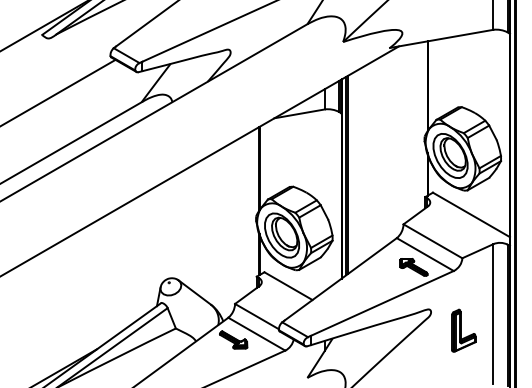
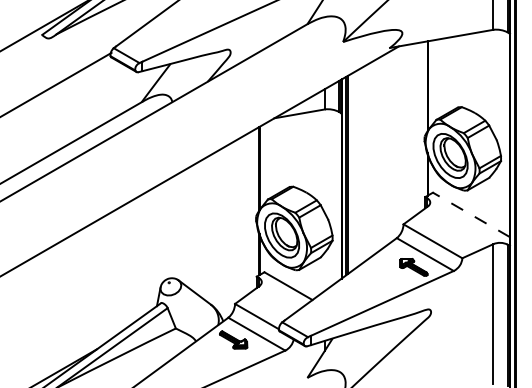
line at (58, 91) position: (58, 91) -> (56, 83)
line at (471, 214): solid -> dashed
part at (463, 330): present -> none
